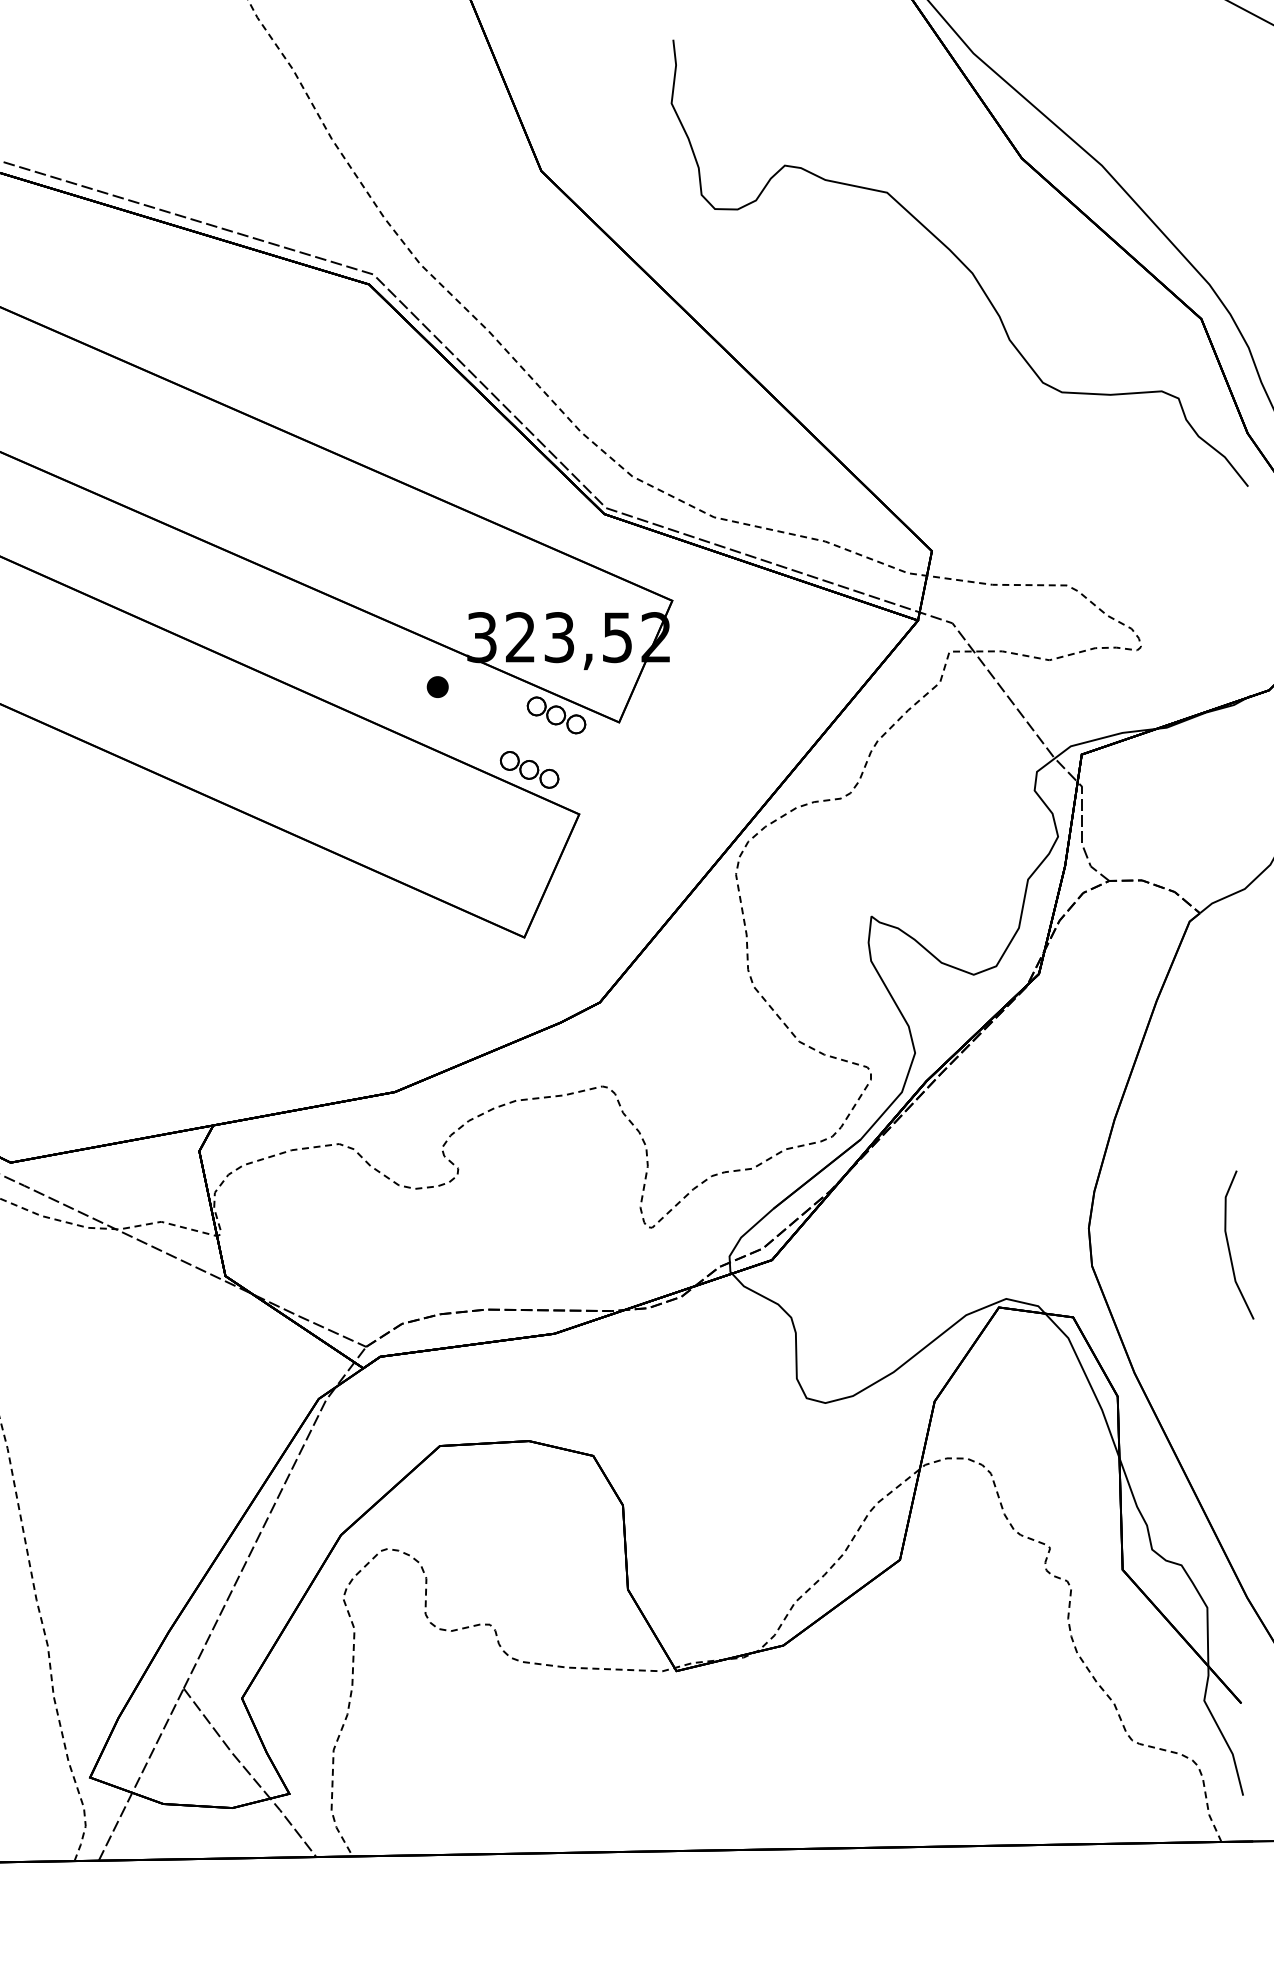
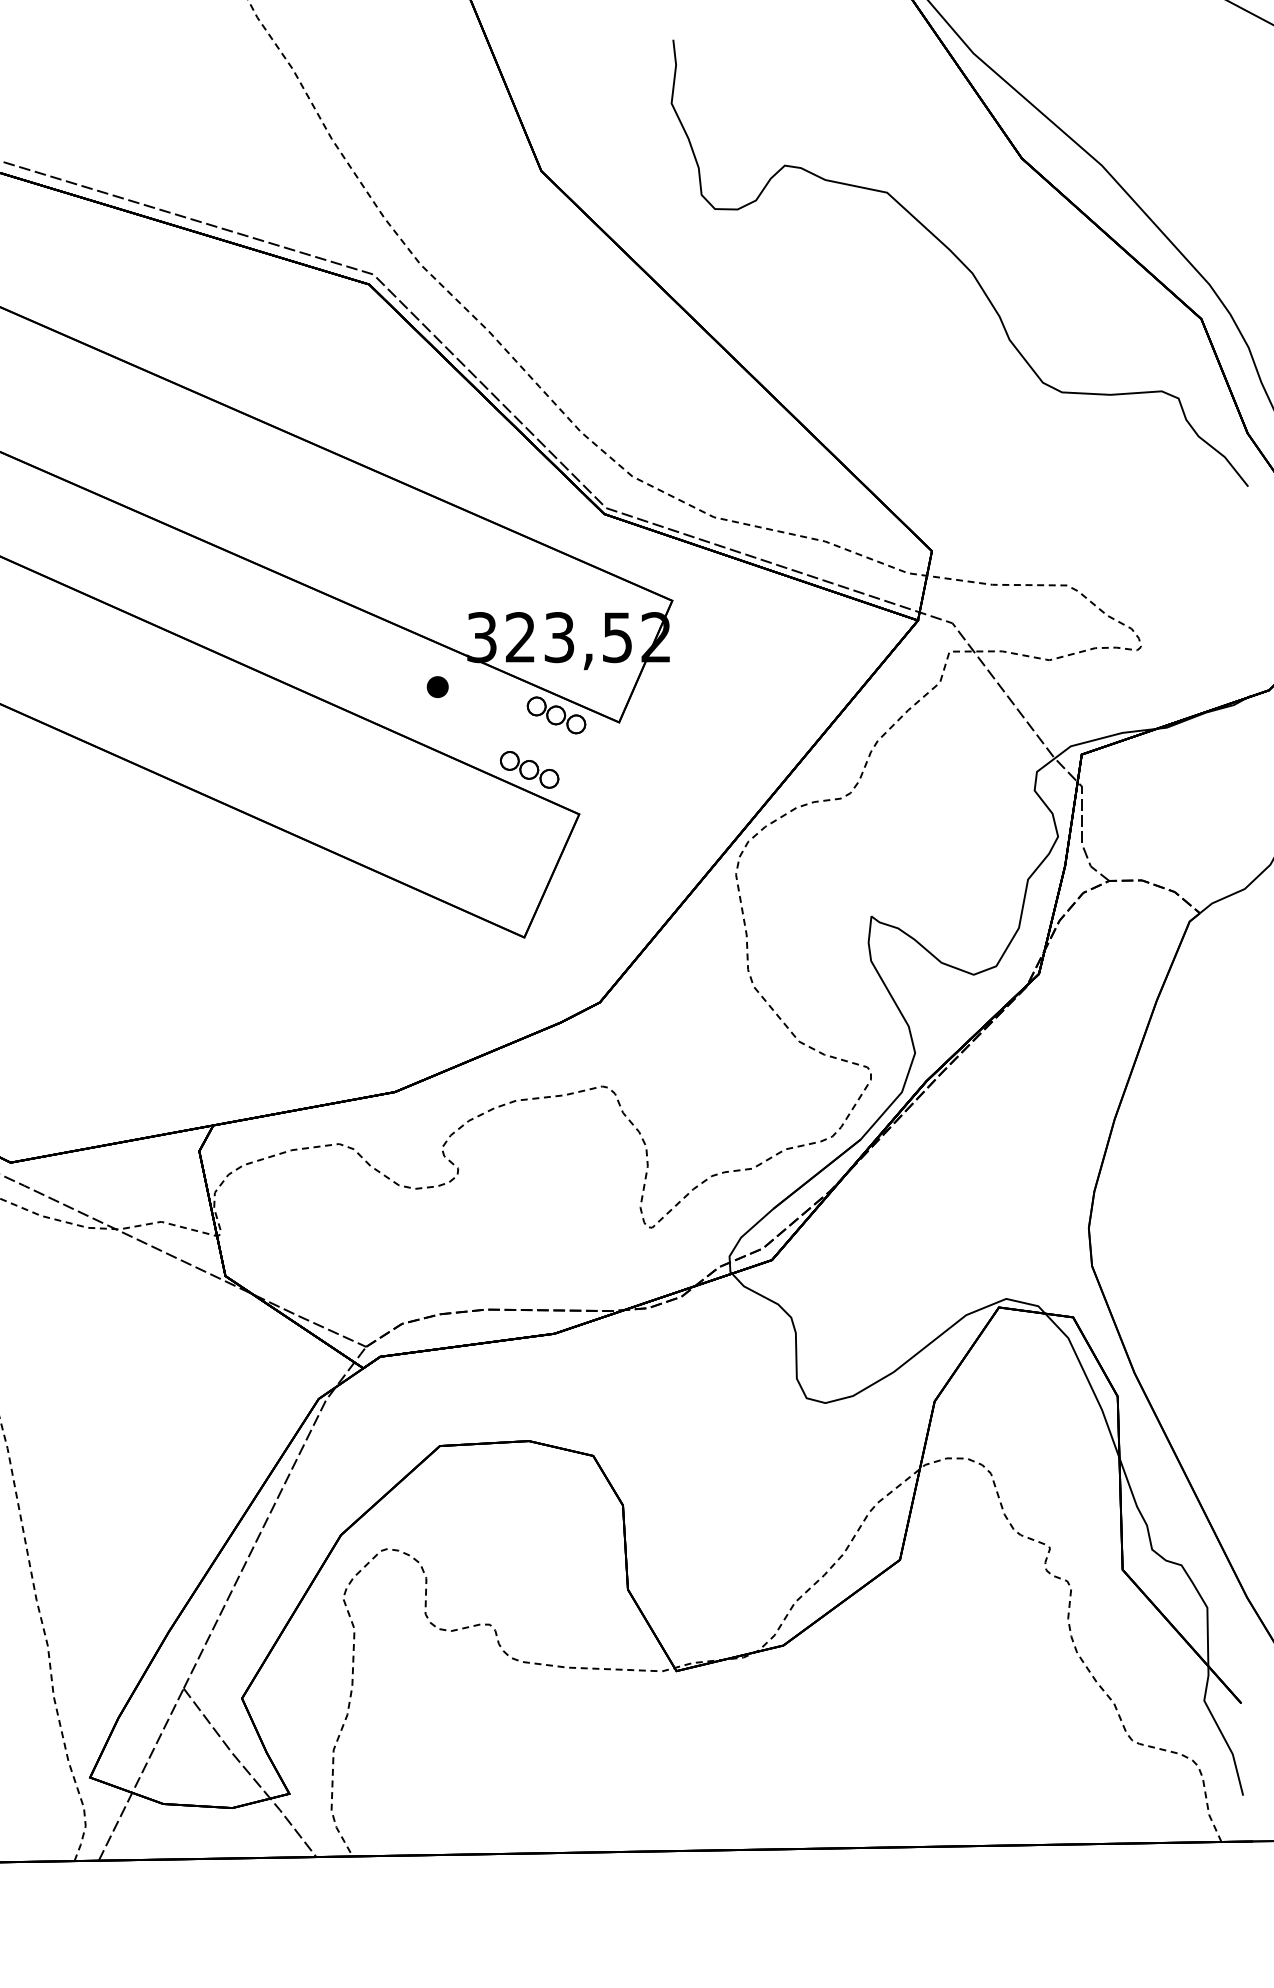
line at (1229, 1245): present -> none
